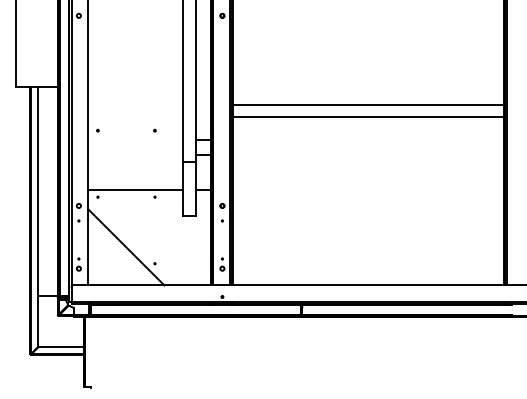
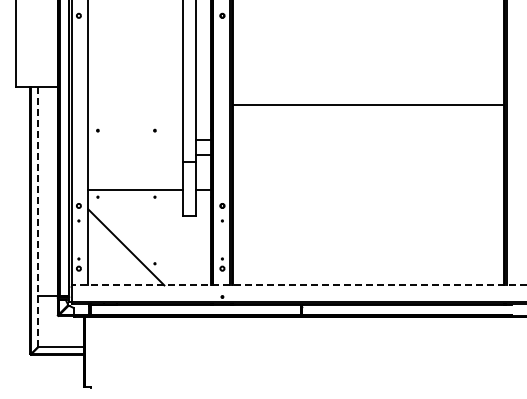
line at (368, 116): present -> none
line at (37, 217): solid -> dashed
line at (298, 285): solid -> dashed
